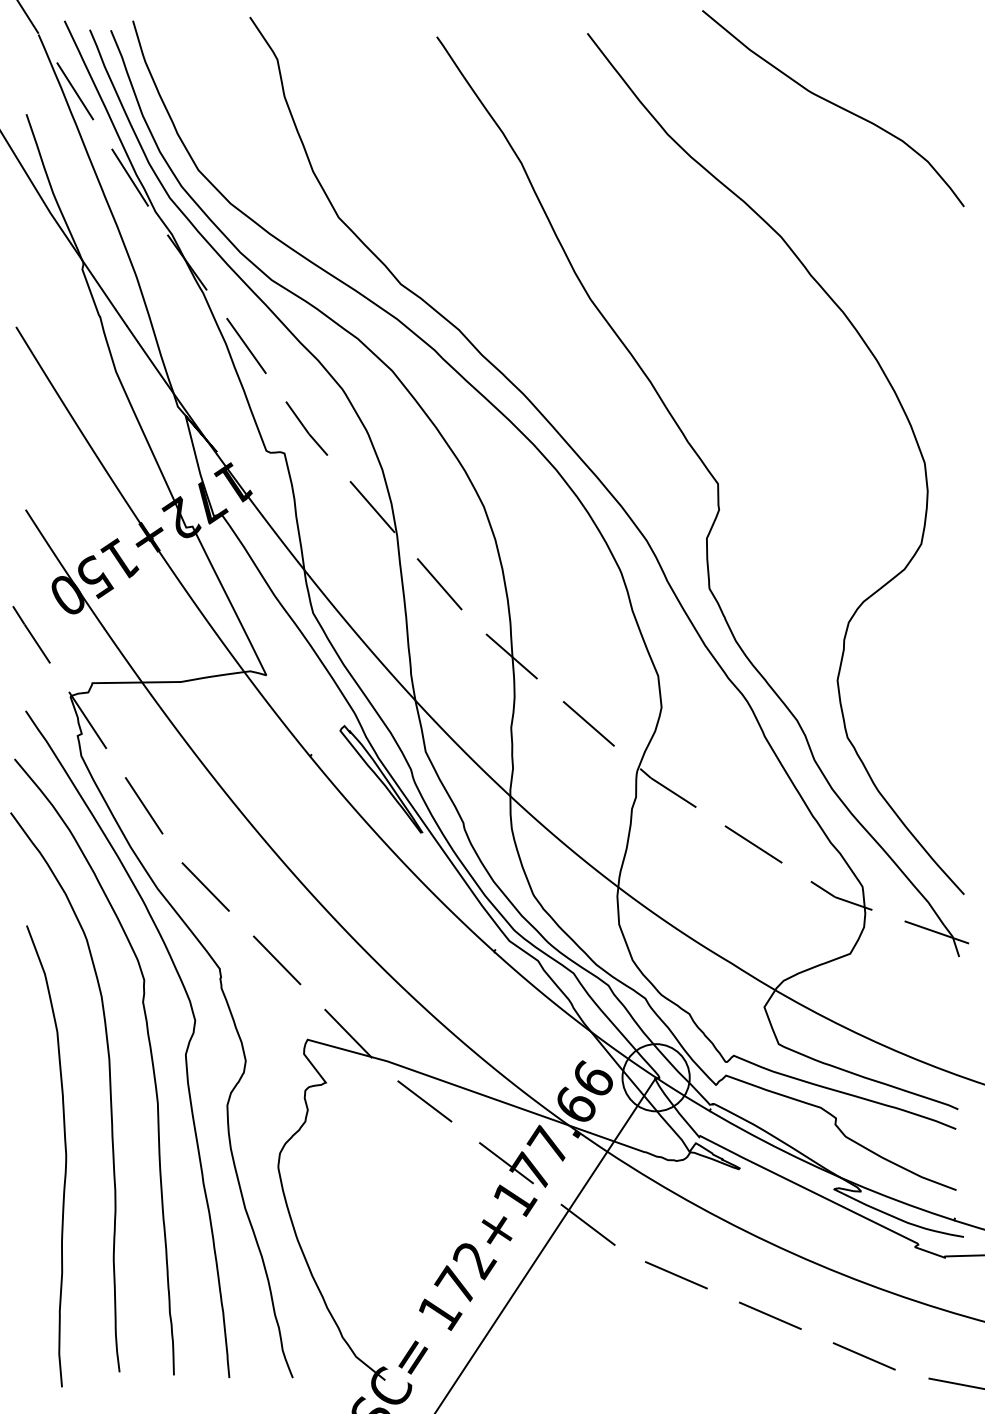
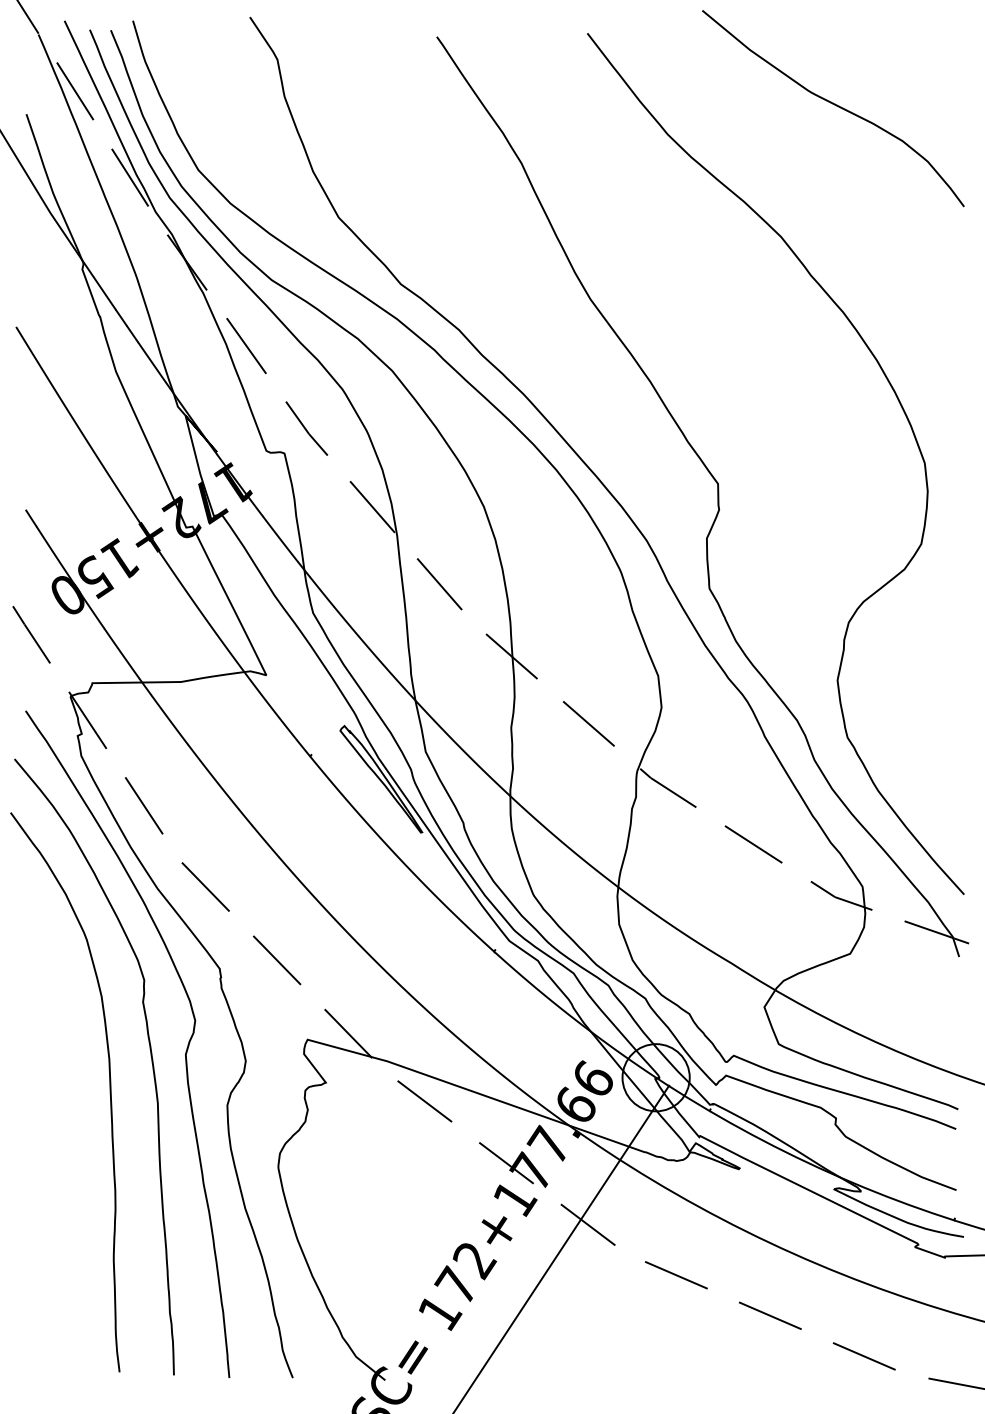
curve at (65, 1156): present -> none
line at (546, 1243) position: (546, 1243) -> (562, 1247)
